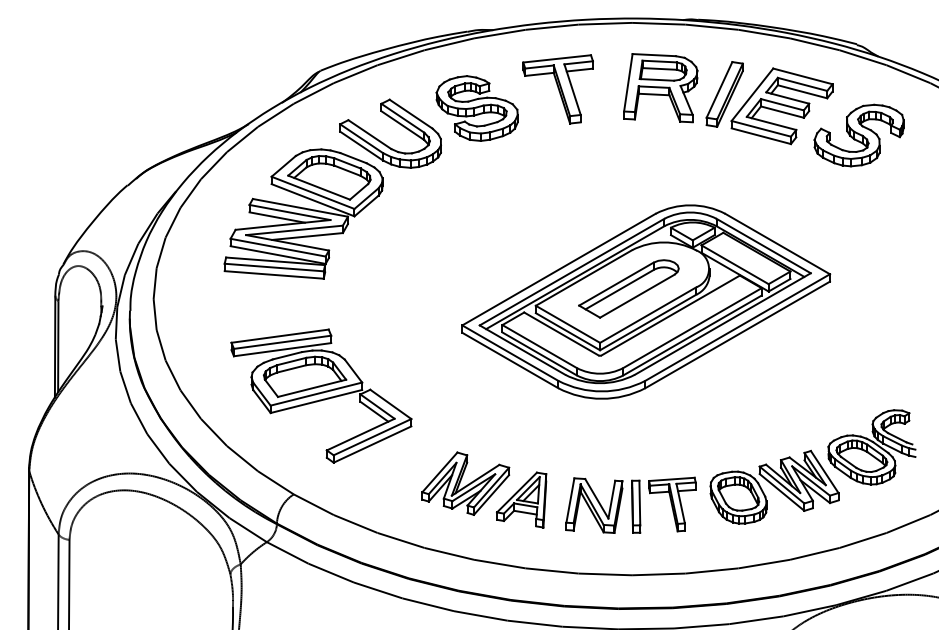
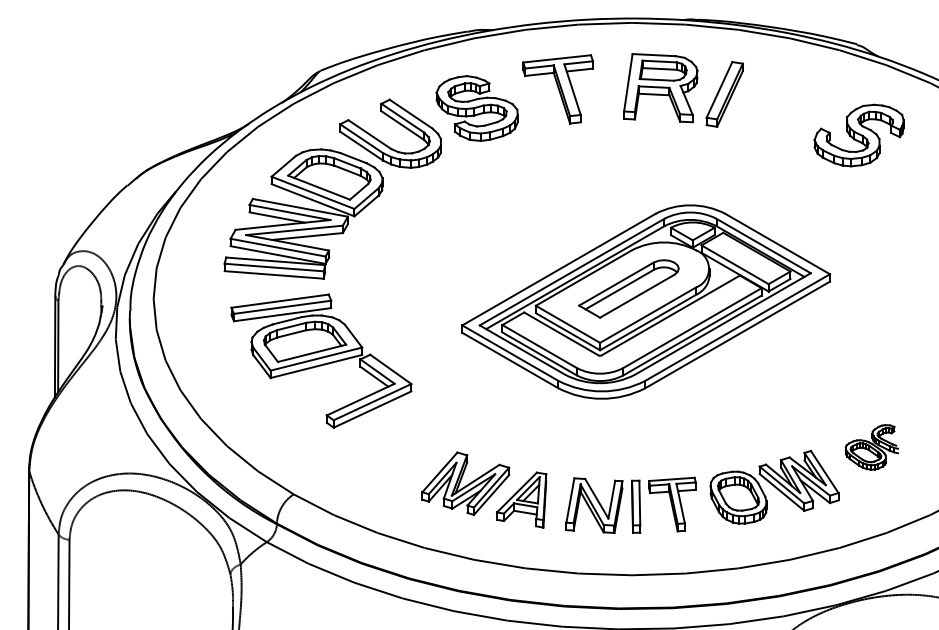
part at (781, 106): present -> none
part at (321, 395) position: (321, 395) -> (321, 360)
part at (871, 447) size: 90x77 px -> 55x47 px
